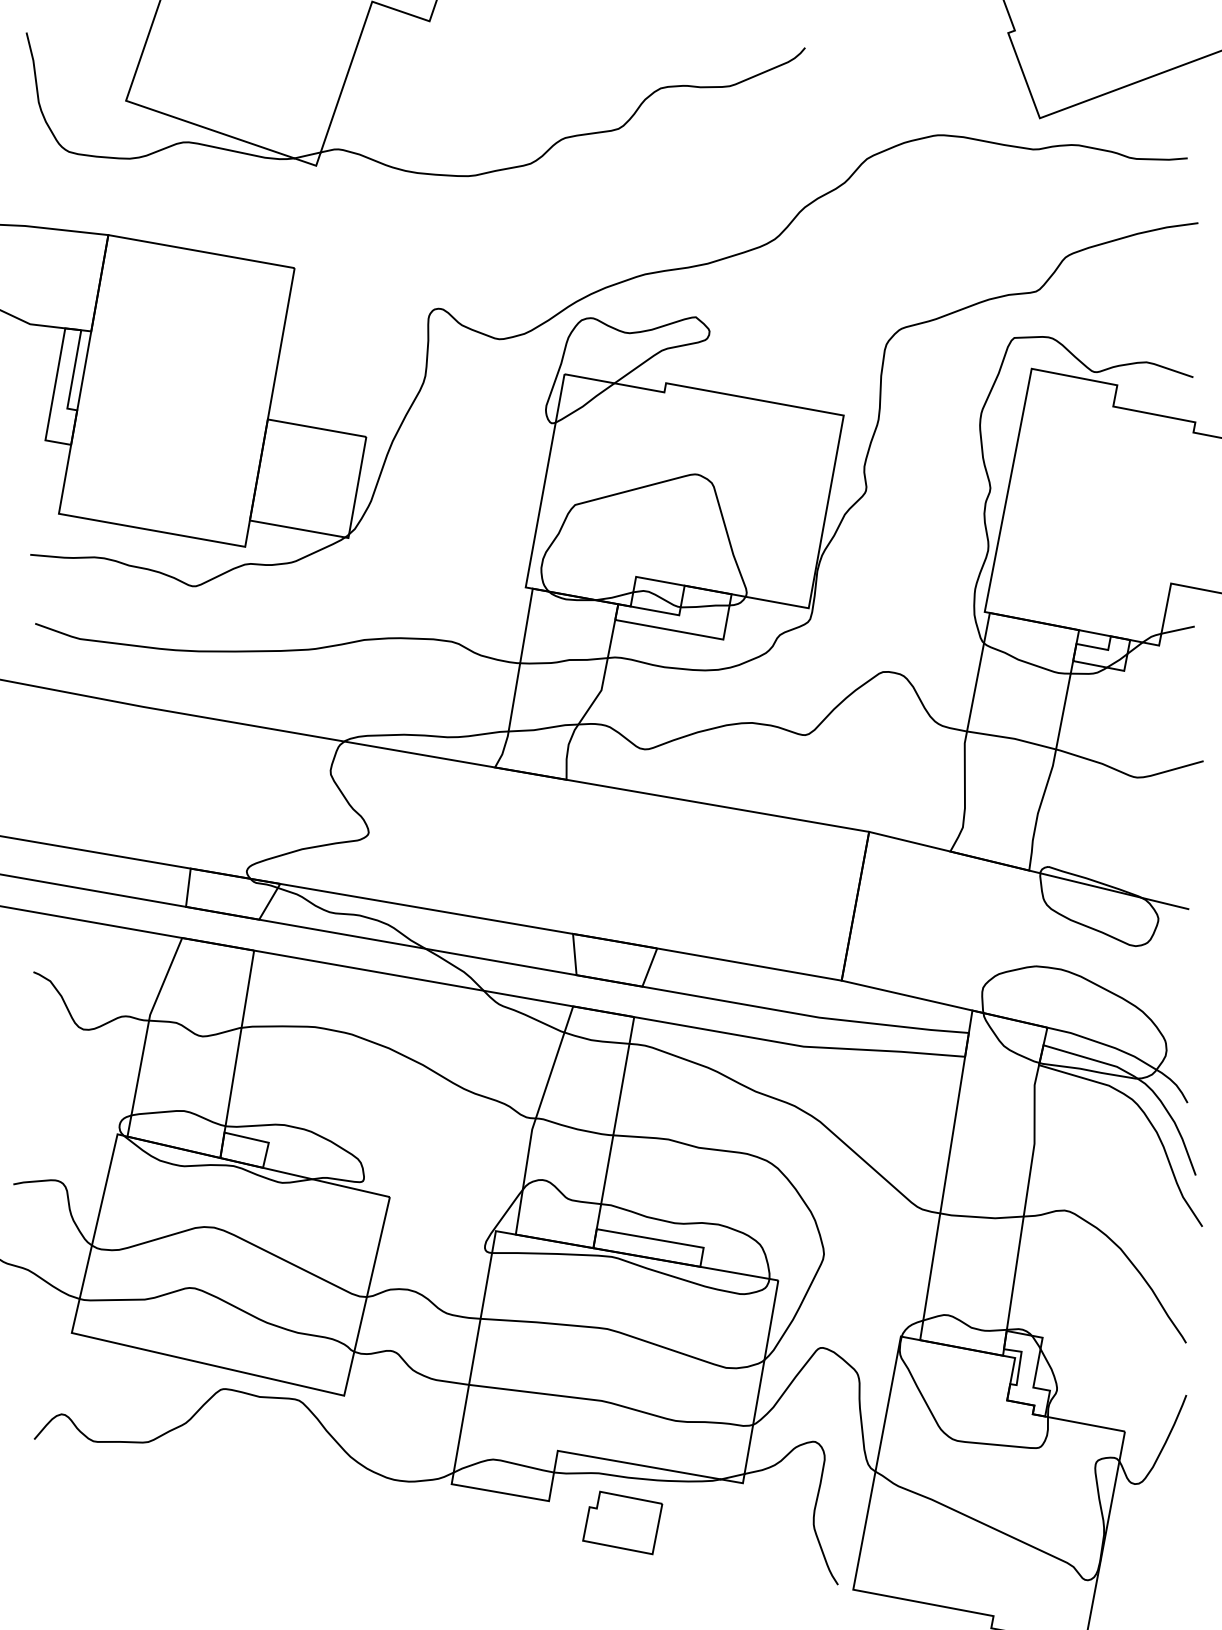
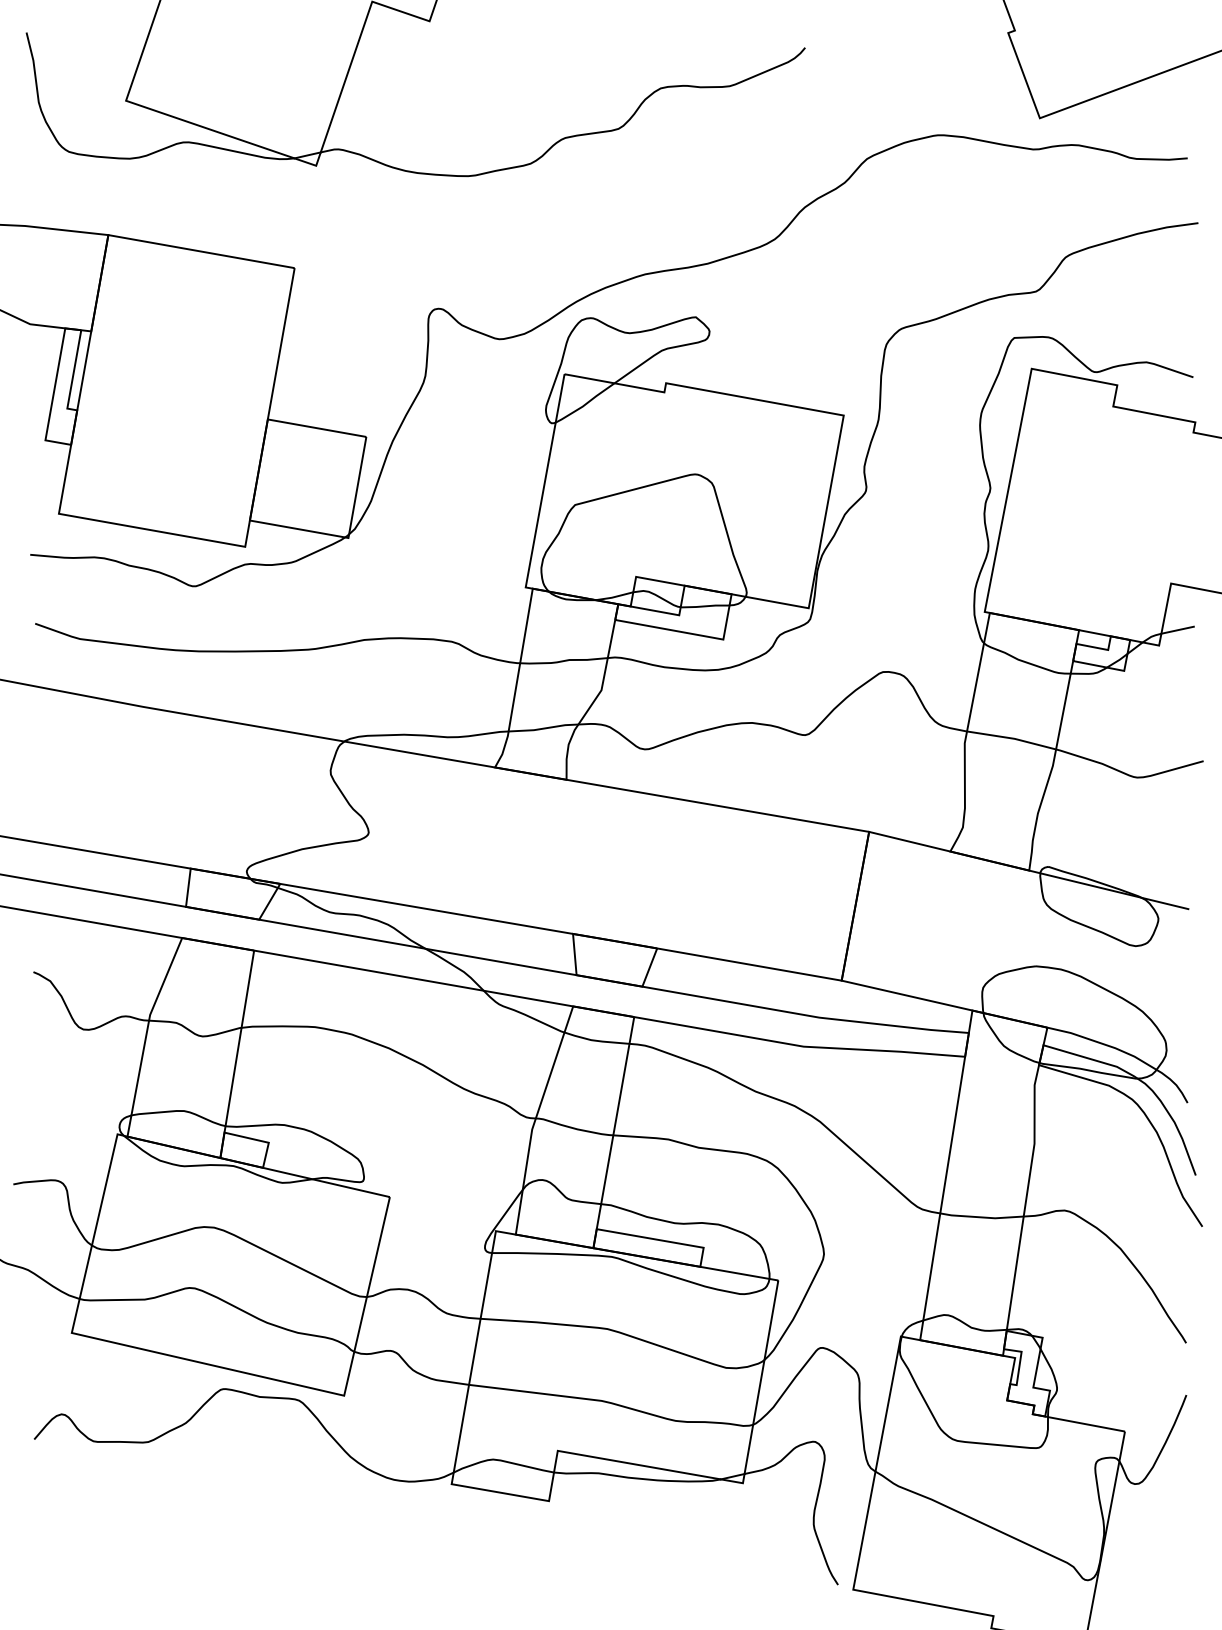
part at (622, 1522): present -> none
